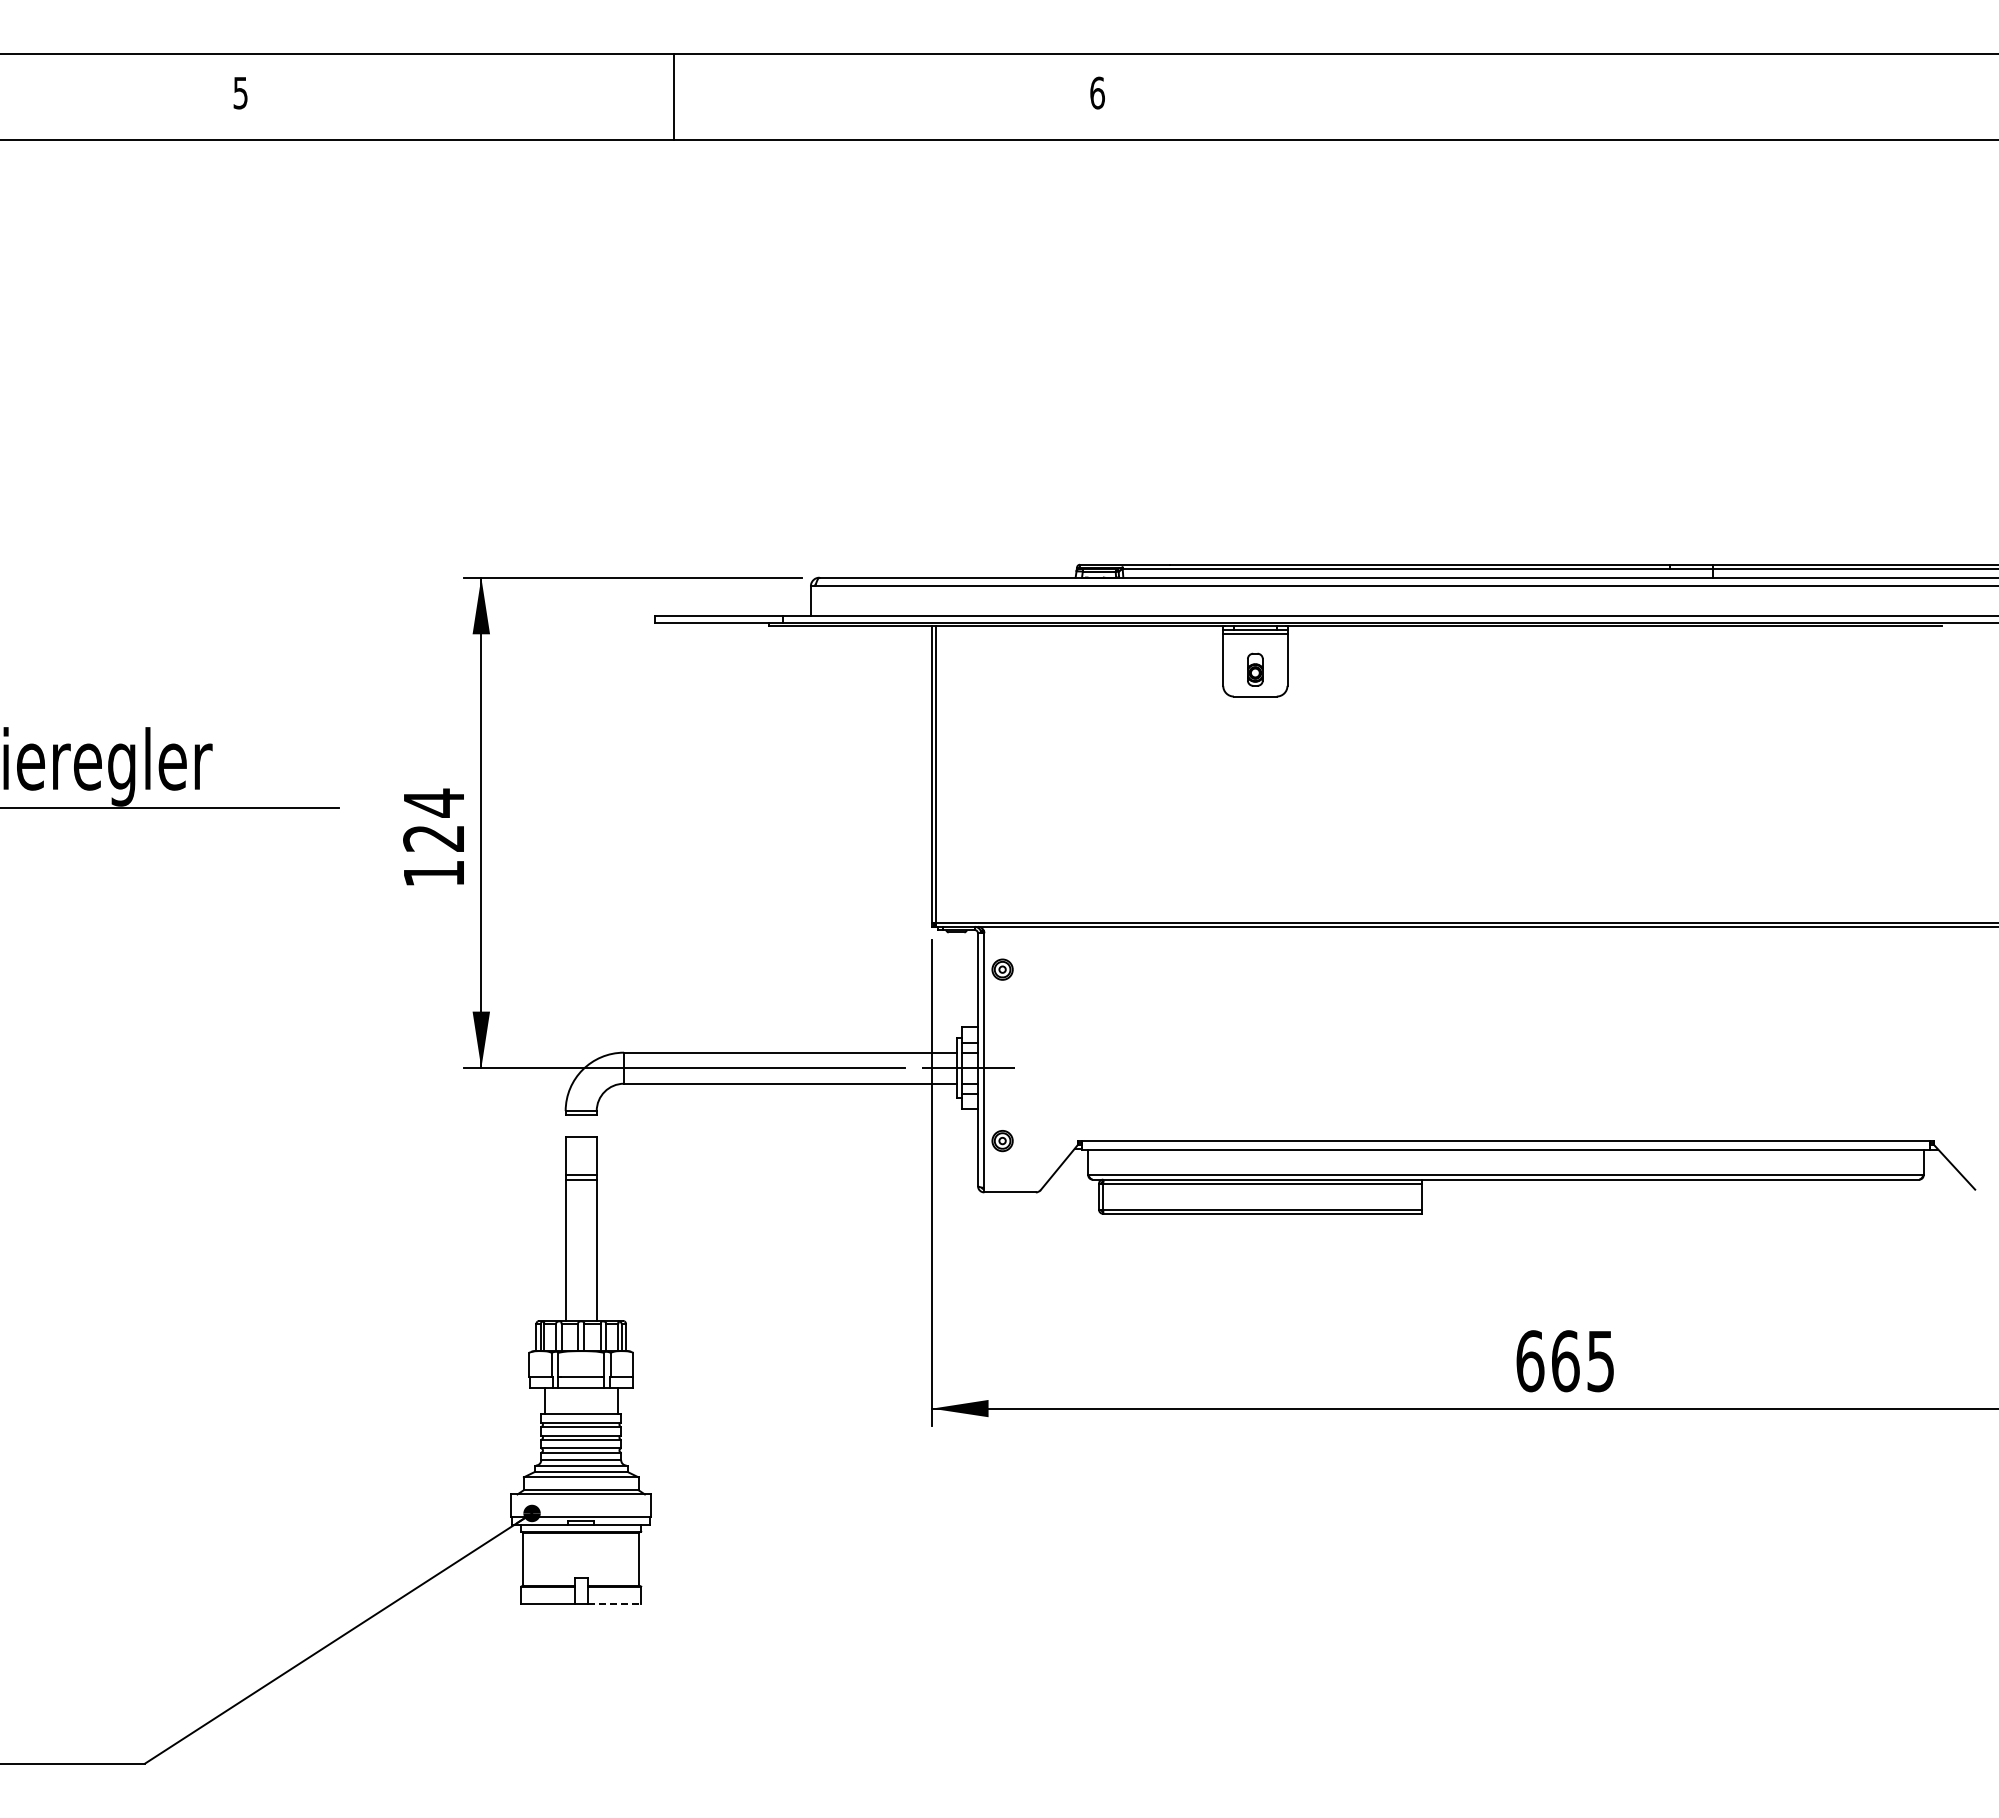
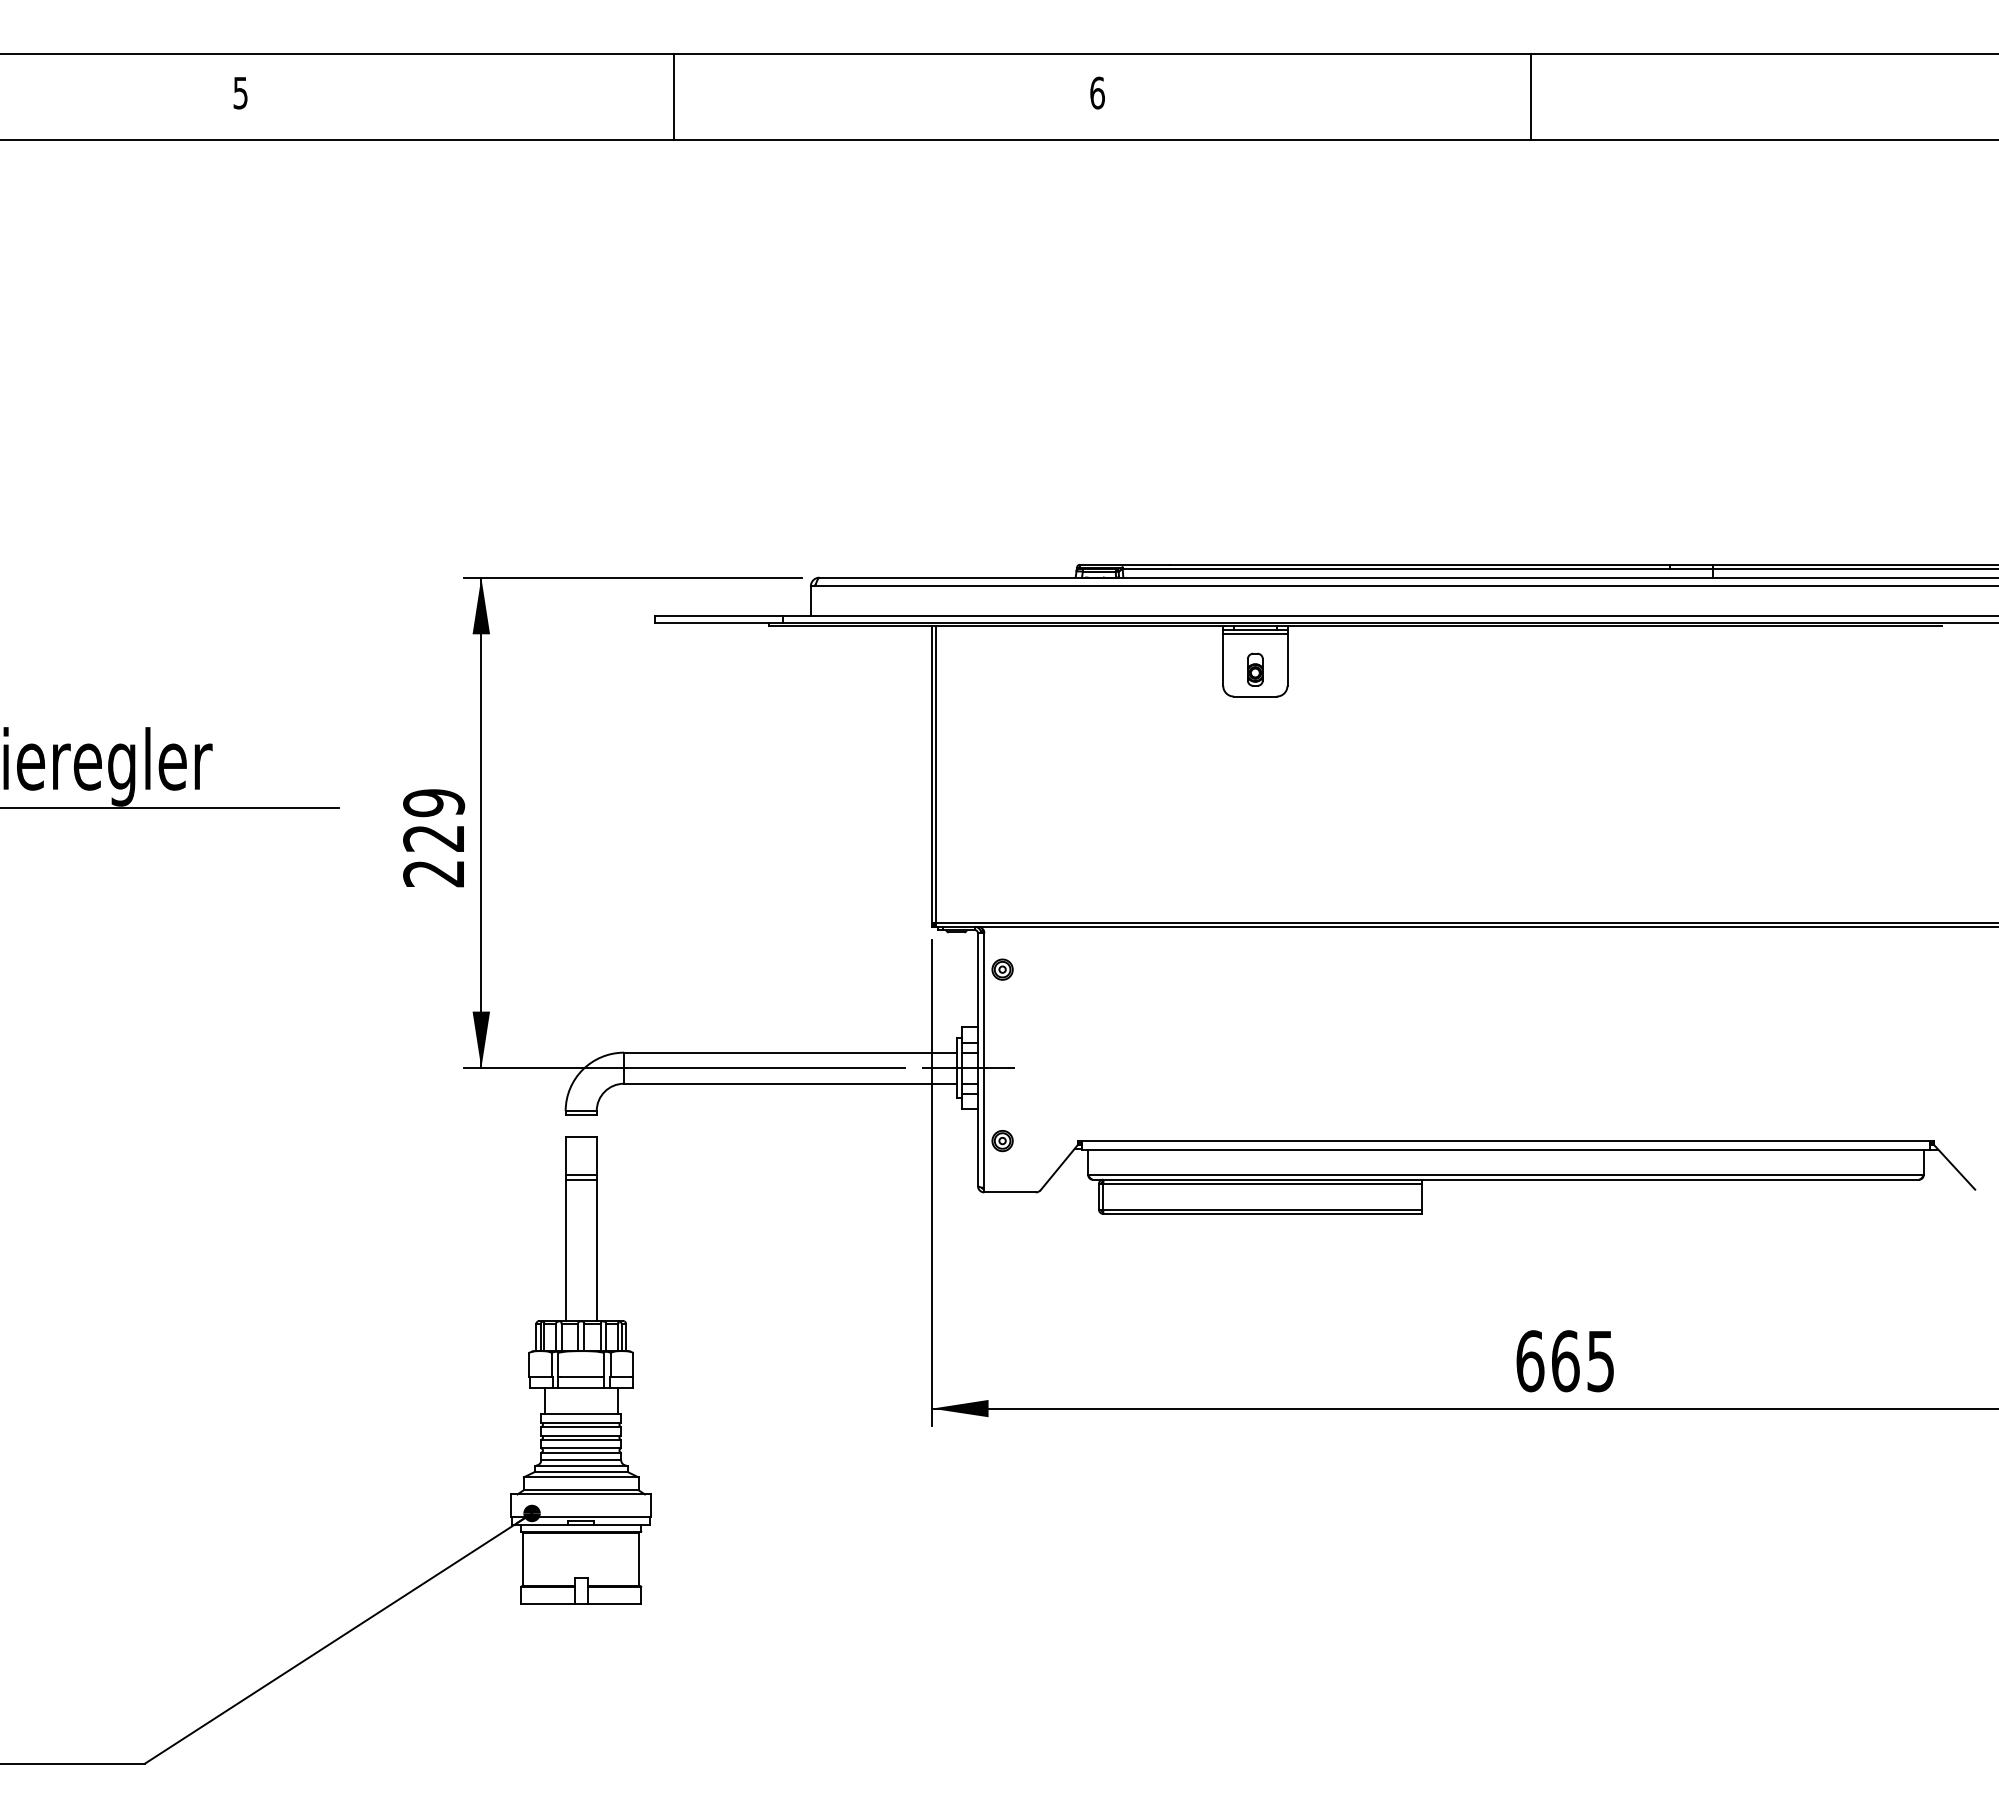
line at (1530, 97): none -> present
text at (434, 837): 124 -> 229
line at (614, 1603): dashed -> solid
